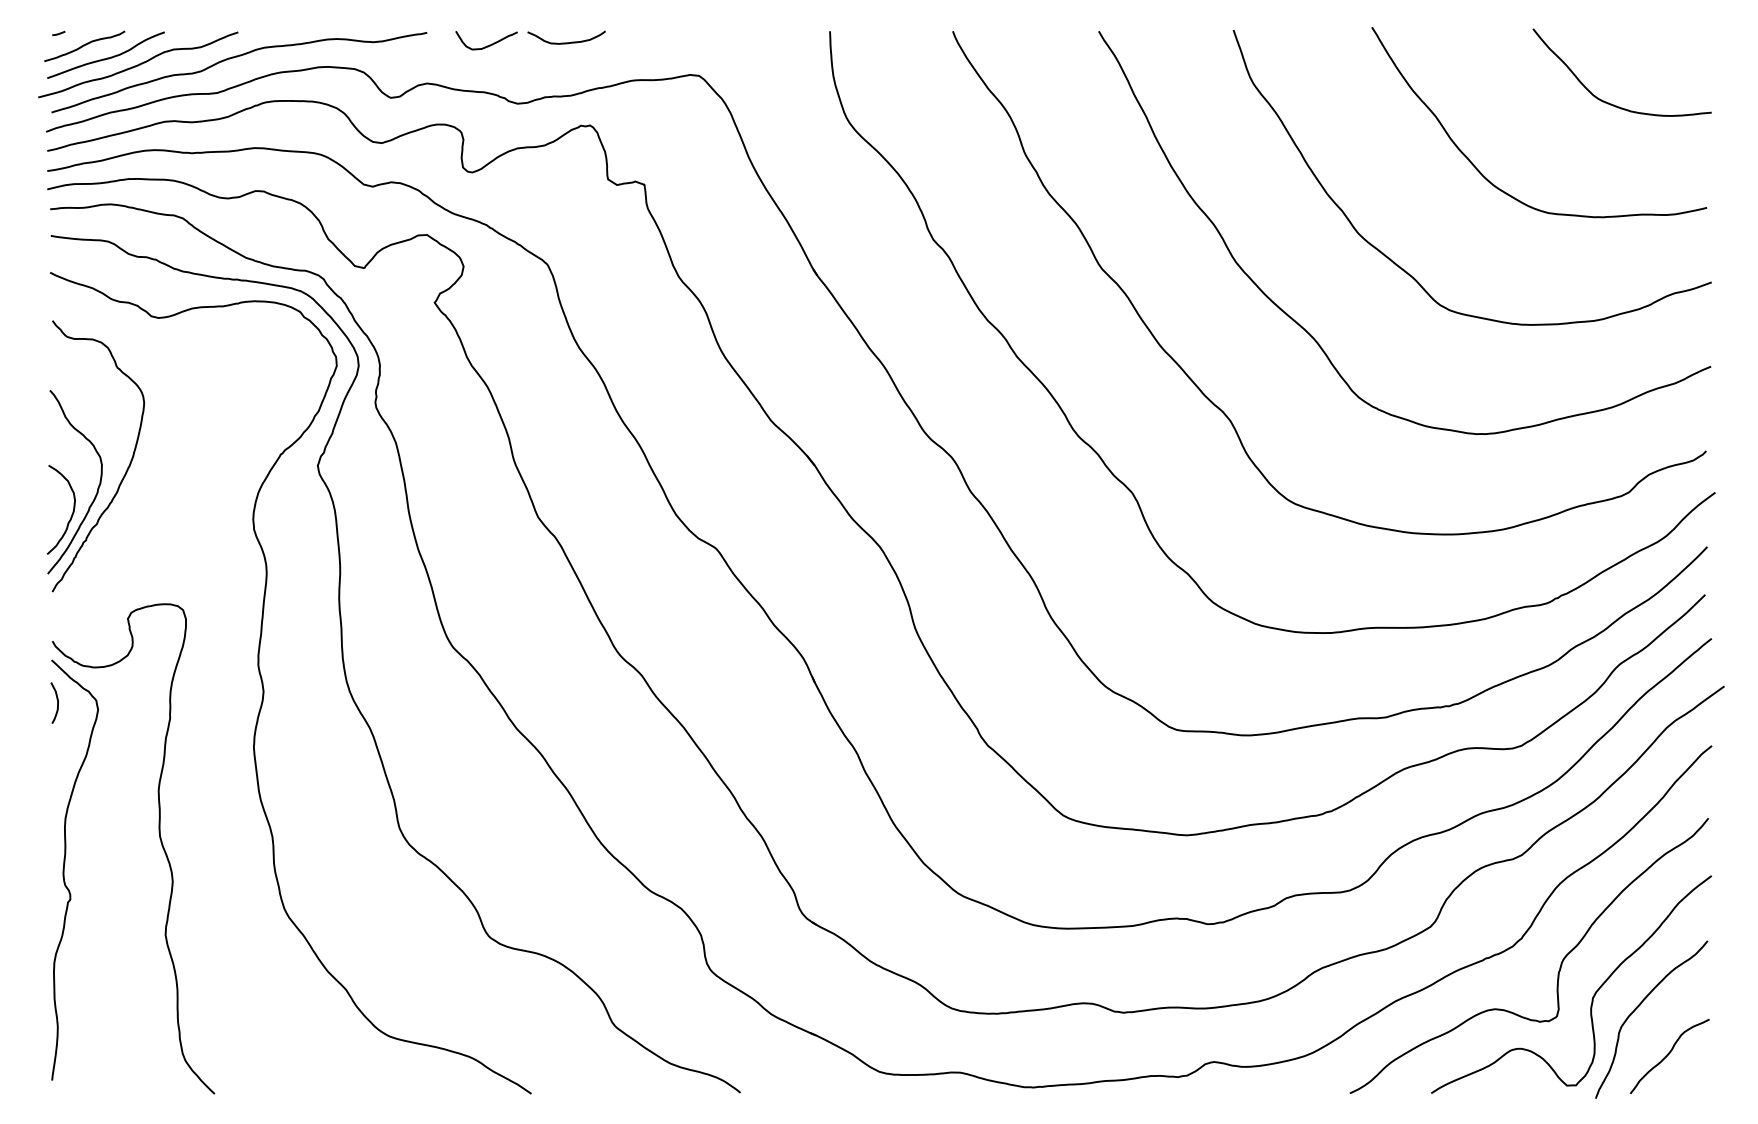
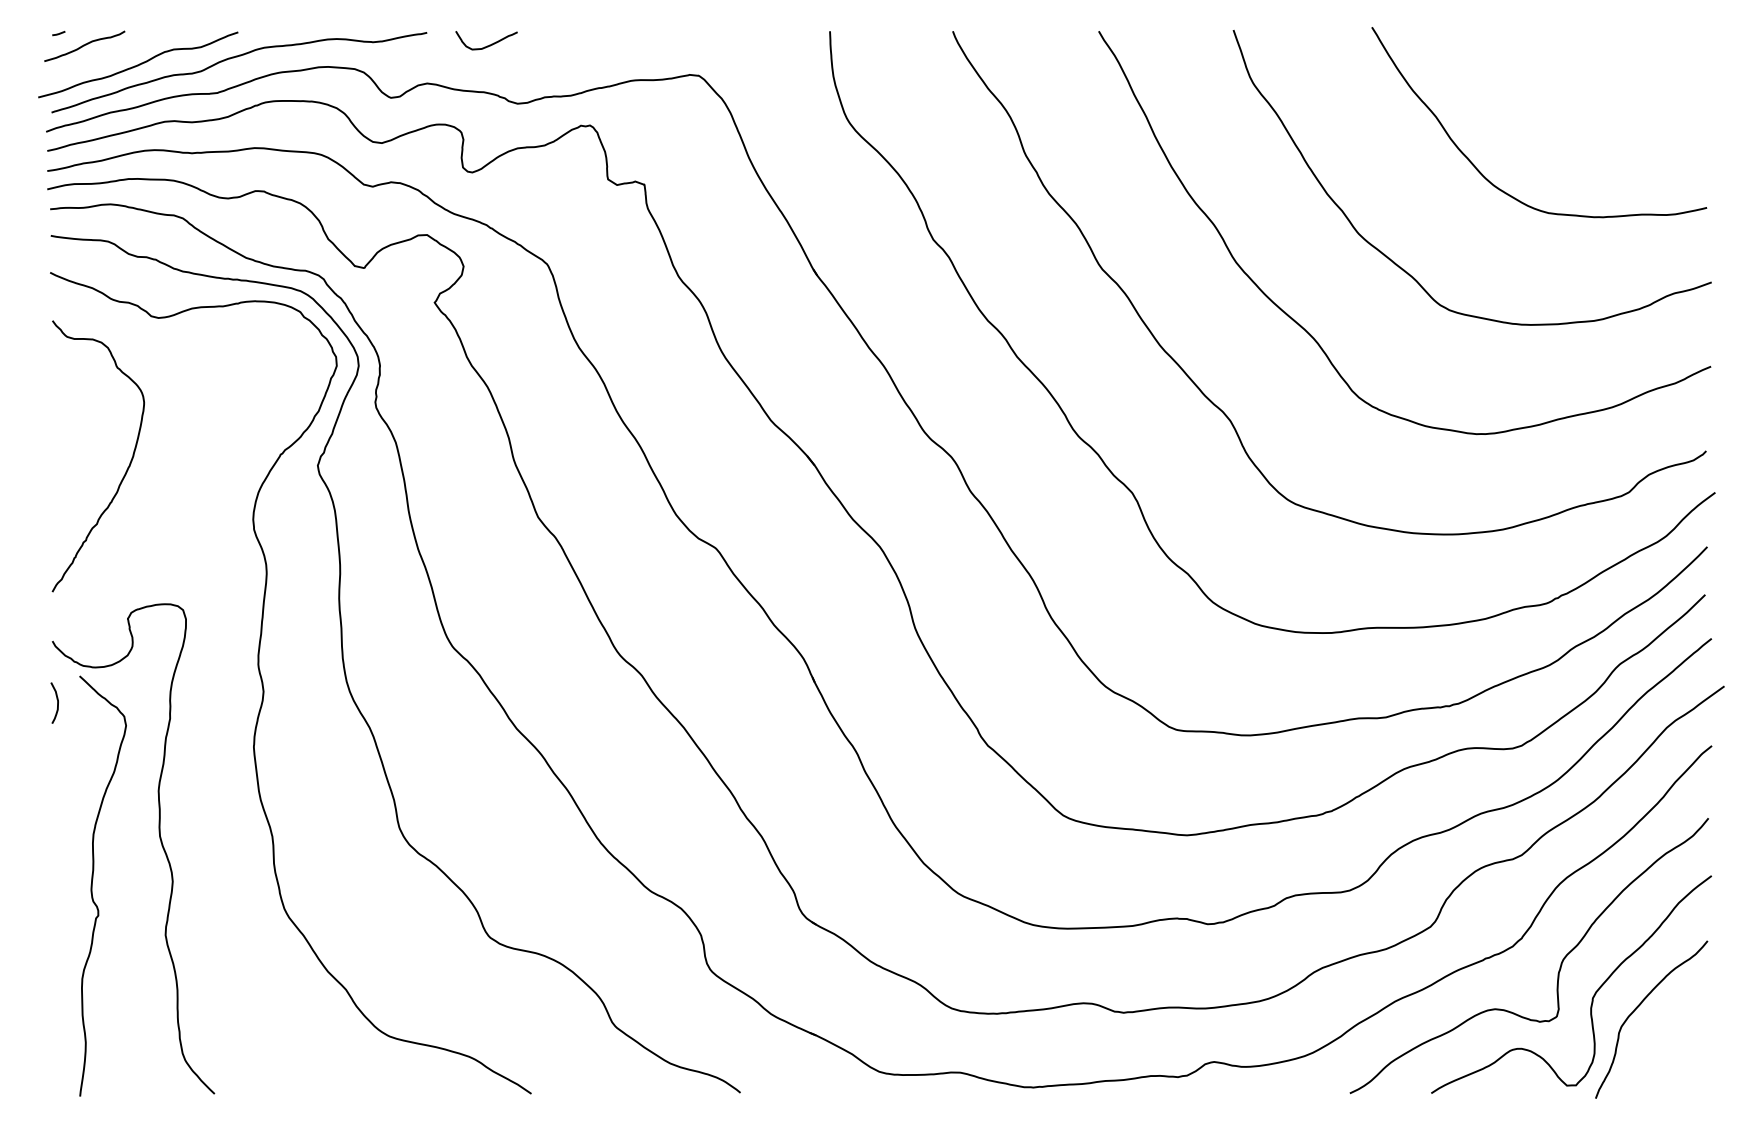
curve at (566, 42): present -> none
curve at (107, 57): present -> none
curve at (1611, 103): present -> none
part at (74, 482): present -> none
curve at (64, 869) position: (64, 869) -> (92, 885)
curve at (1668, 1055): present -> none
